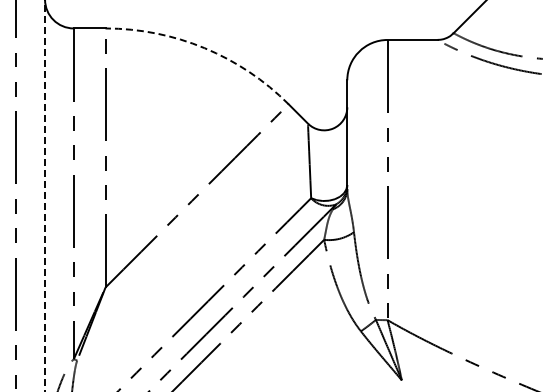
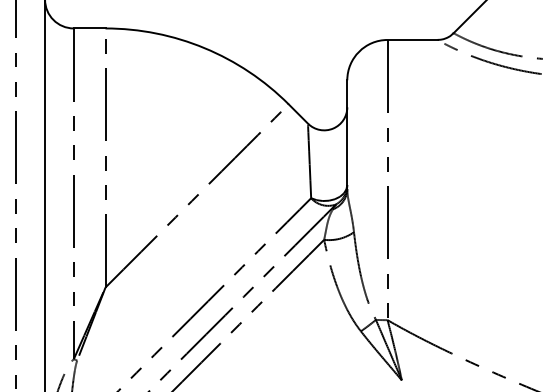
arc at (204, 48): dashed -> solid
line at (45, 196): dashed -> solid
